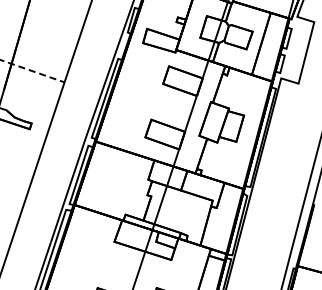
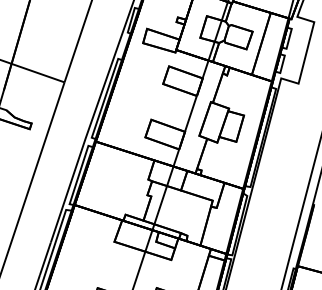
line at (32, 71): dashed -> solid
